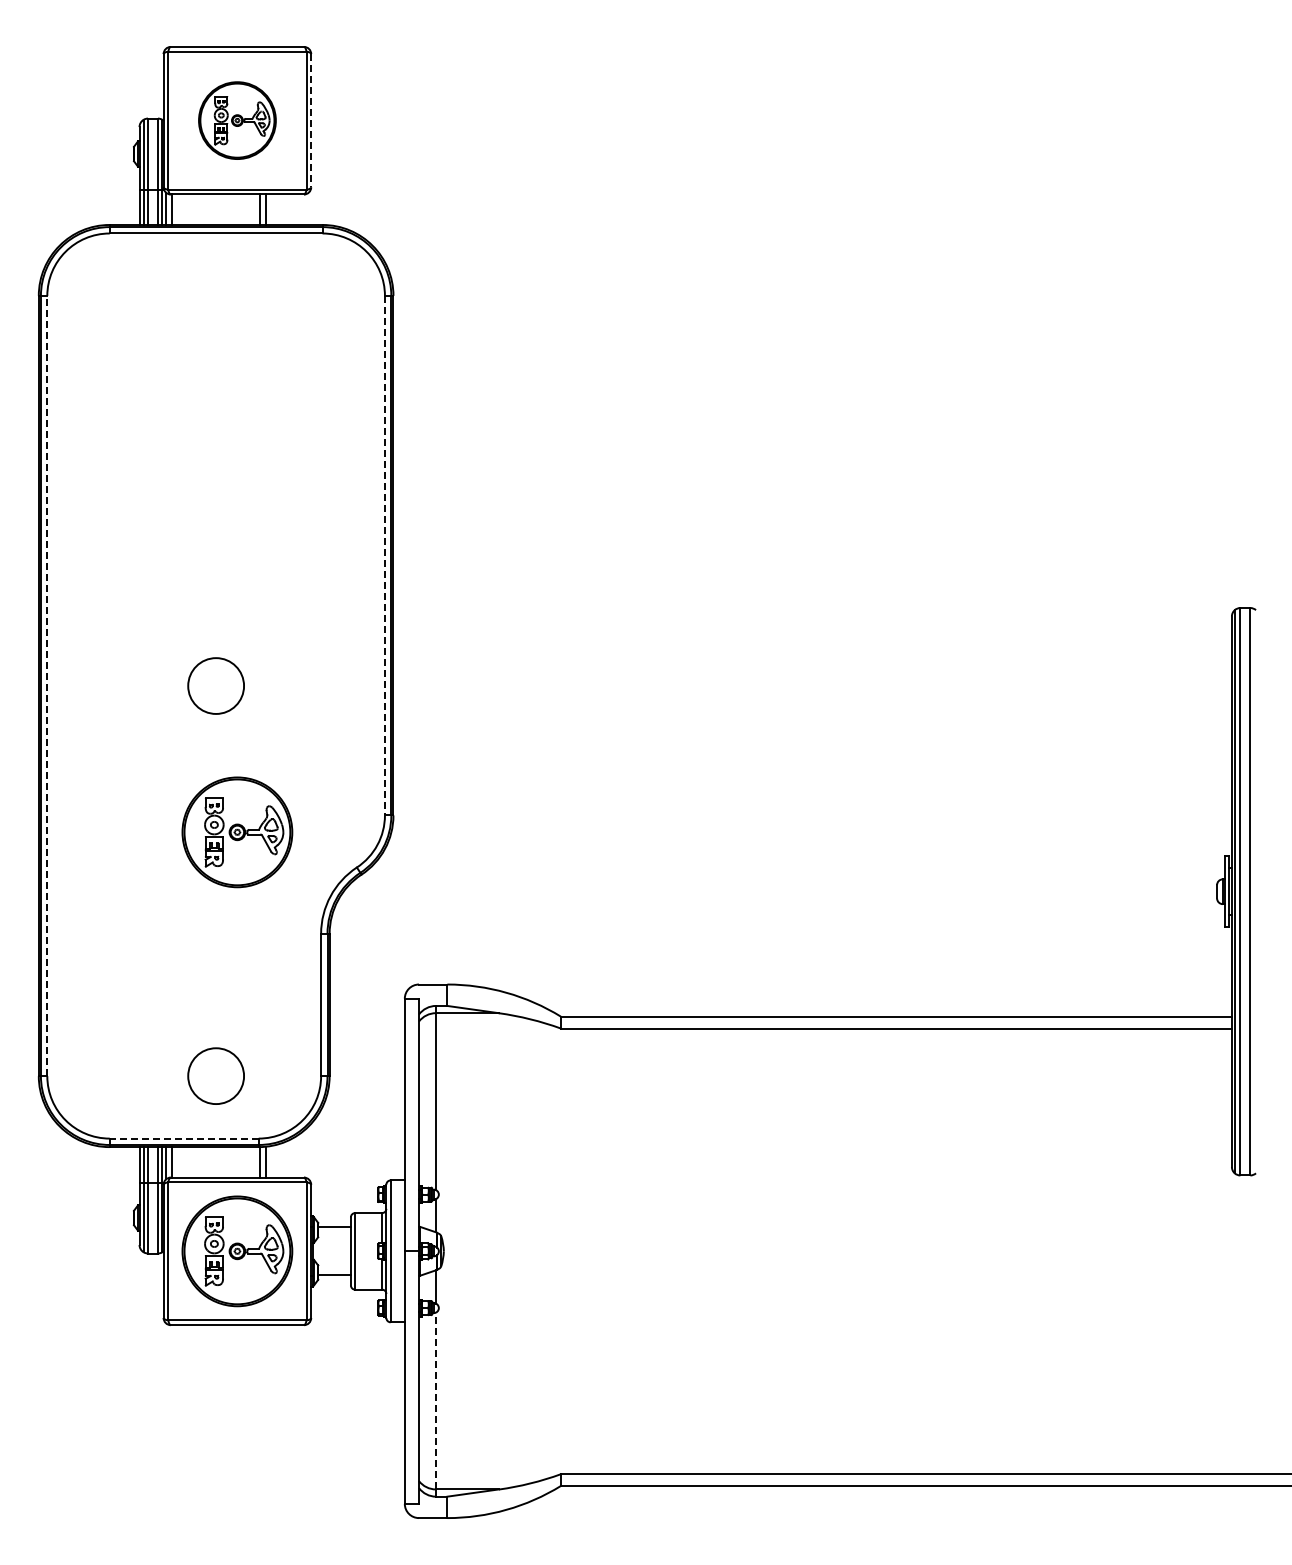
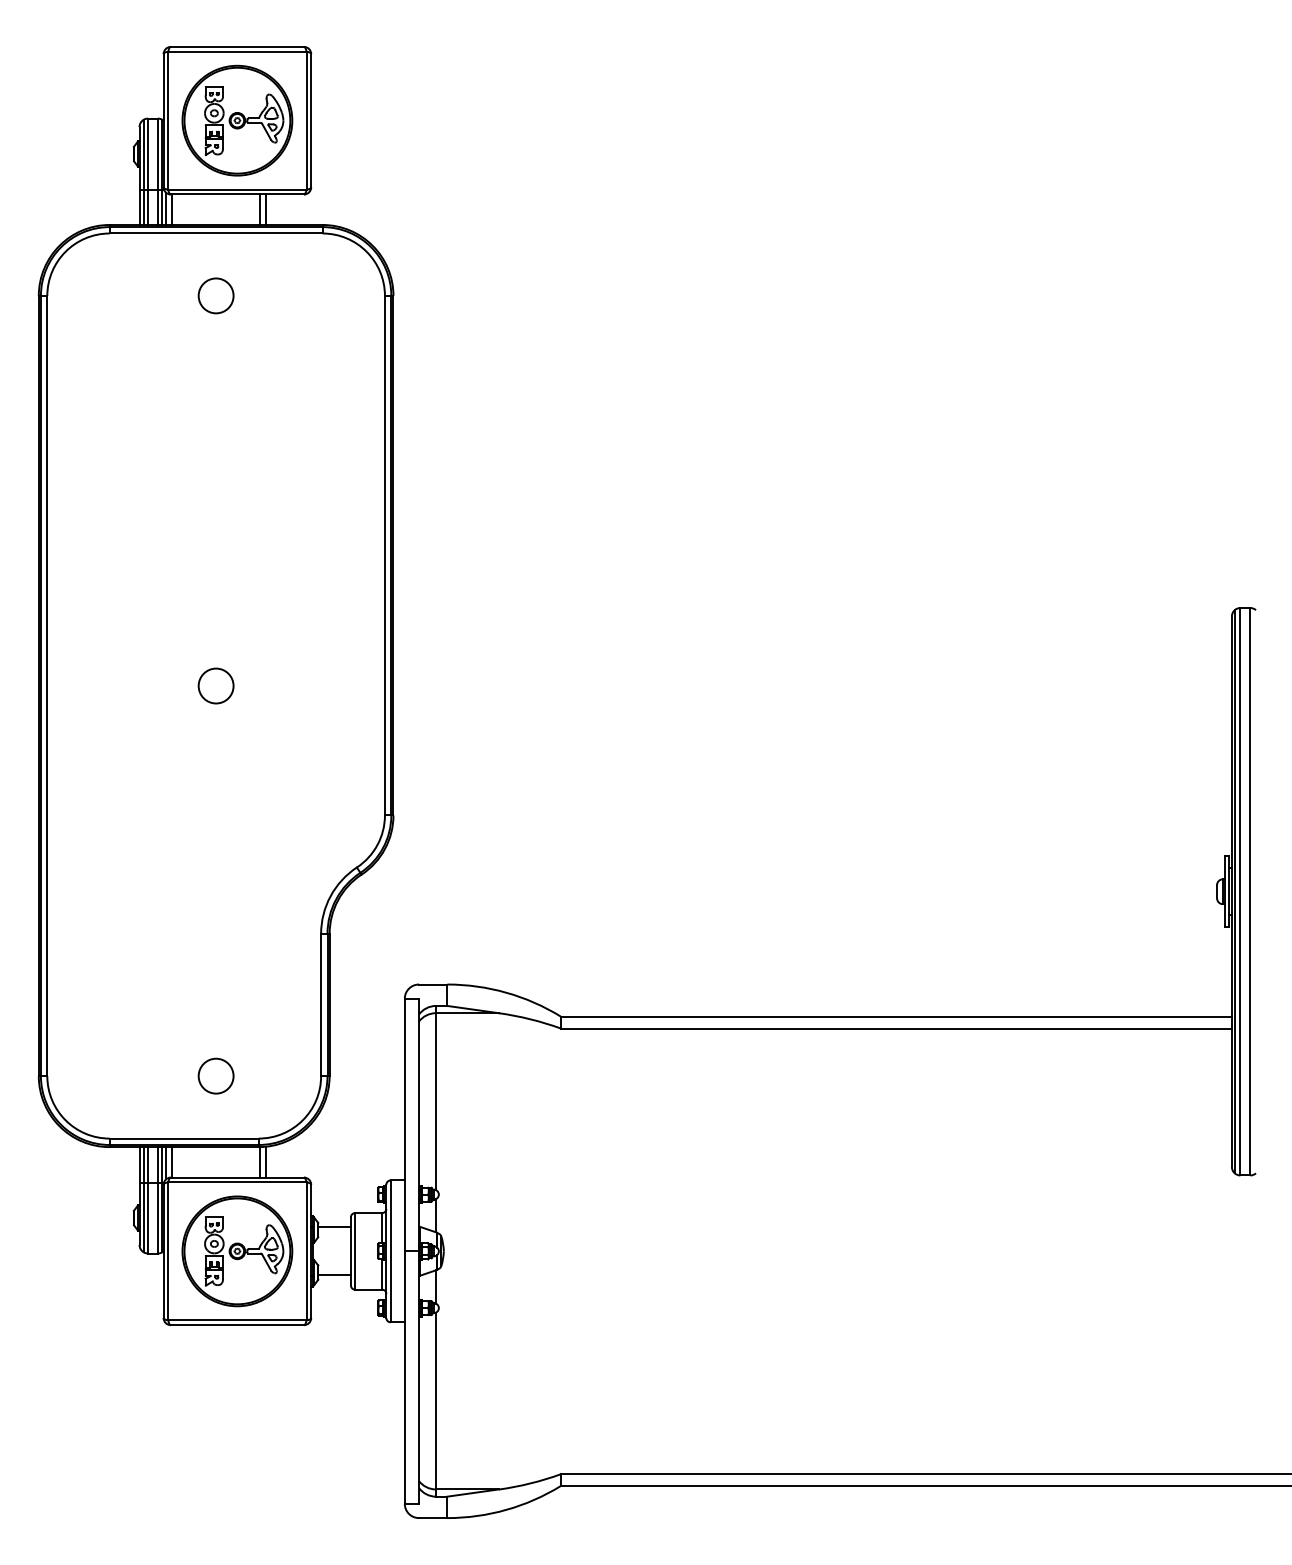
part at (237, 120) size: 79x79 px -> 113x113 px
line at (311, 120): dashed -> solid
circle at (215, 295): none -> present
line at (384, 555): dashed -> solid
line at (47, 685): dashed -> solid
circle at (216, 685) diameter: 56 px -> 35 px
part at (237, 832): present -> none
circle at (216, 1076) diameter: 56 px -> 35 px
line at (183, 1138): dashed -> solid
line at (436, 1400): dashed -> solid
